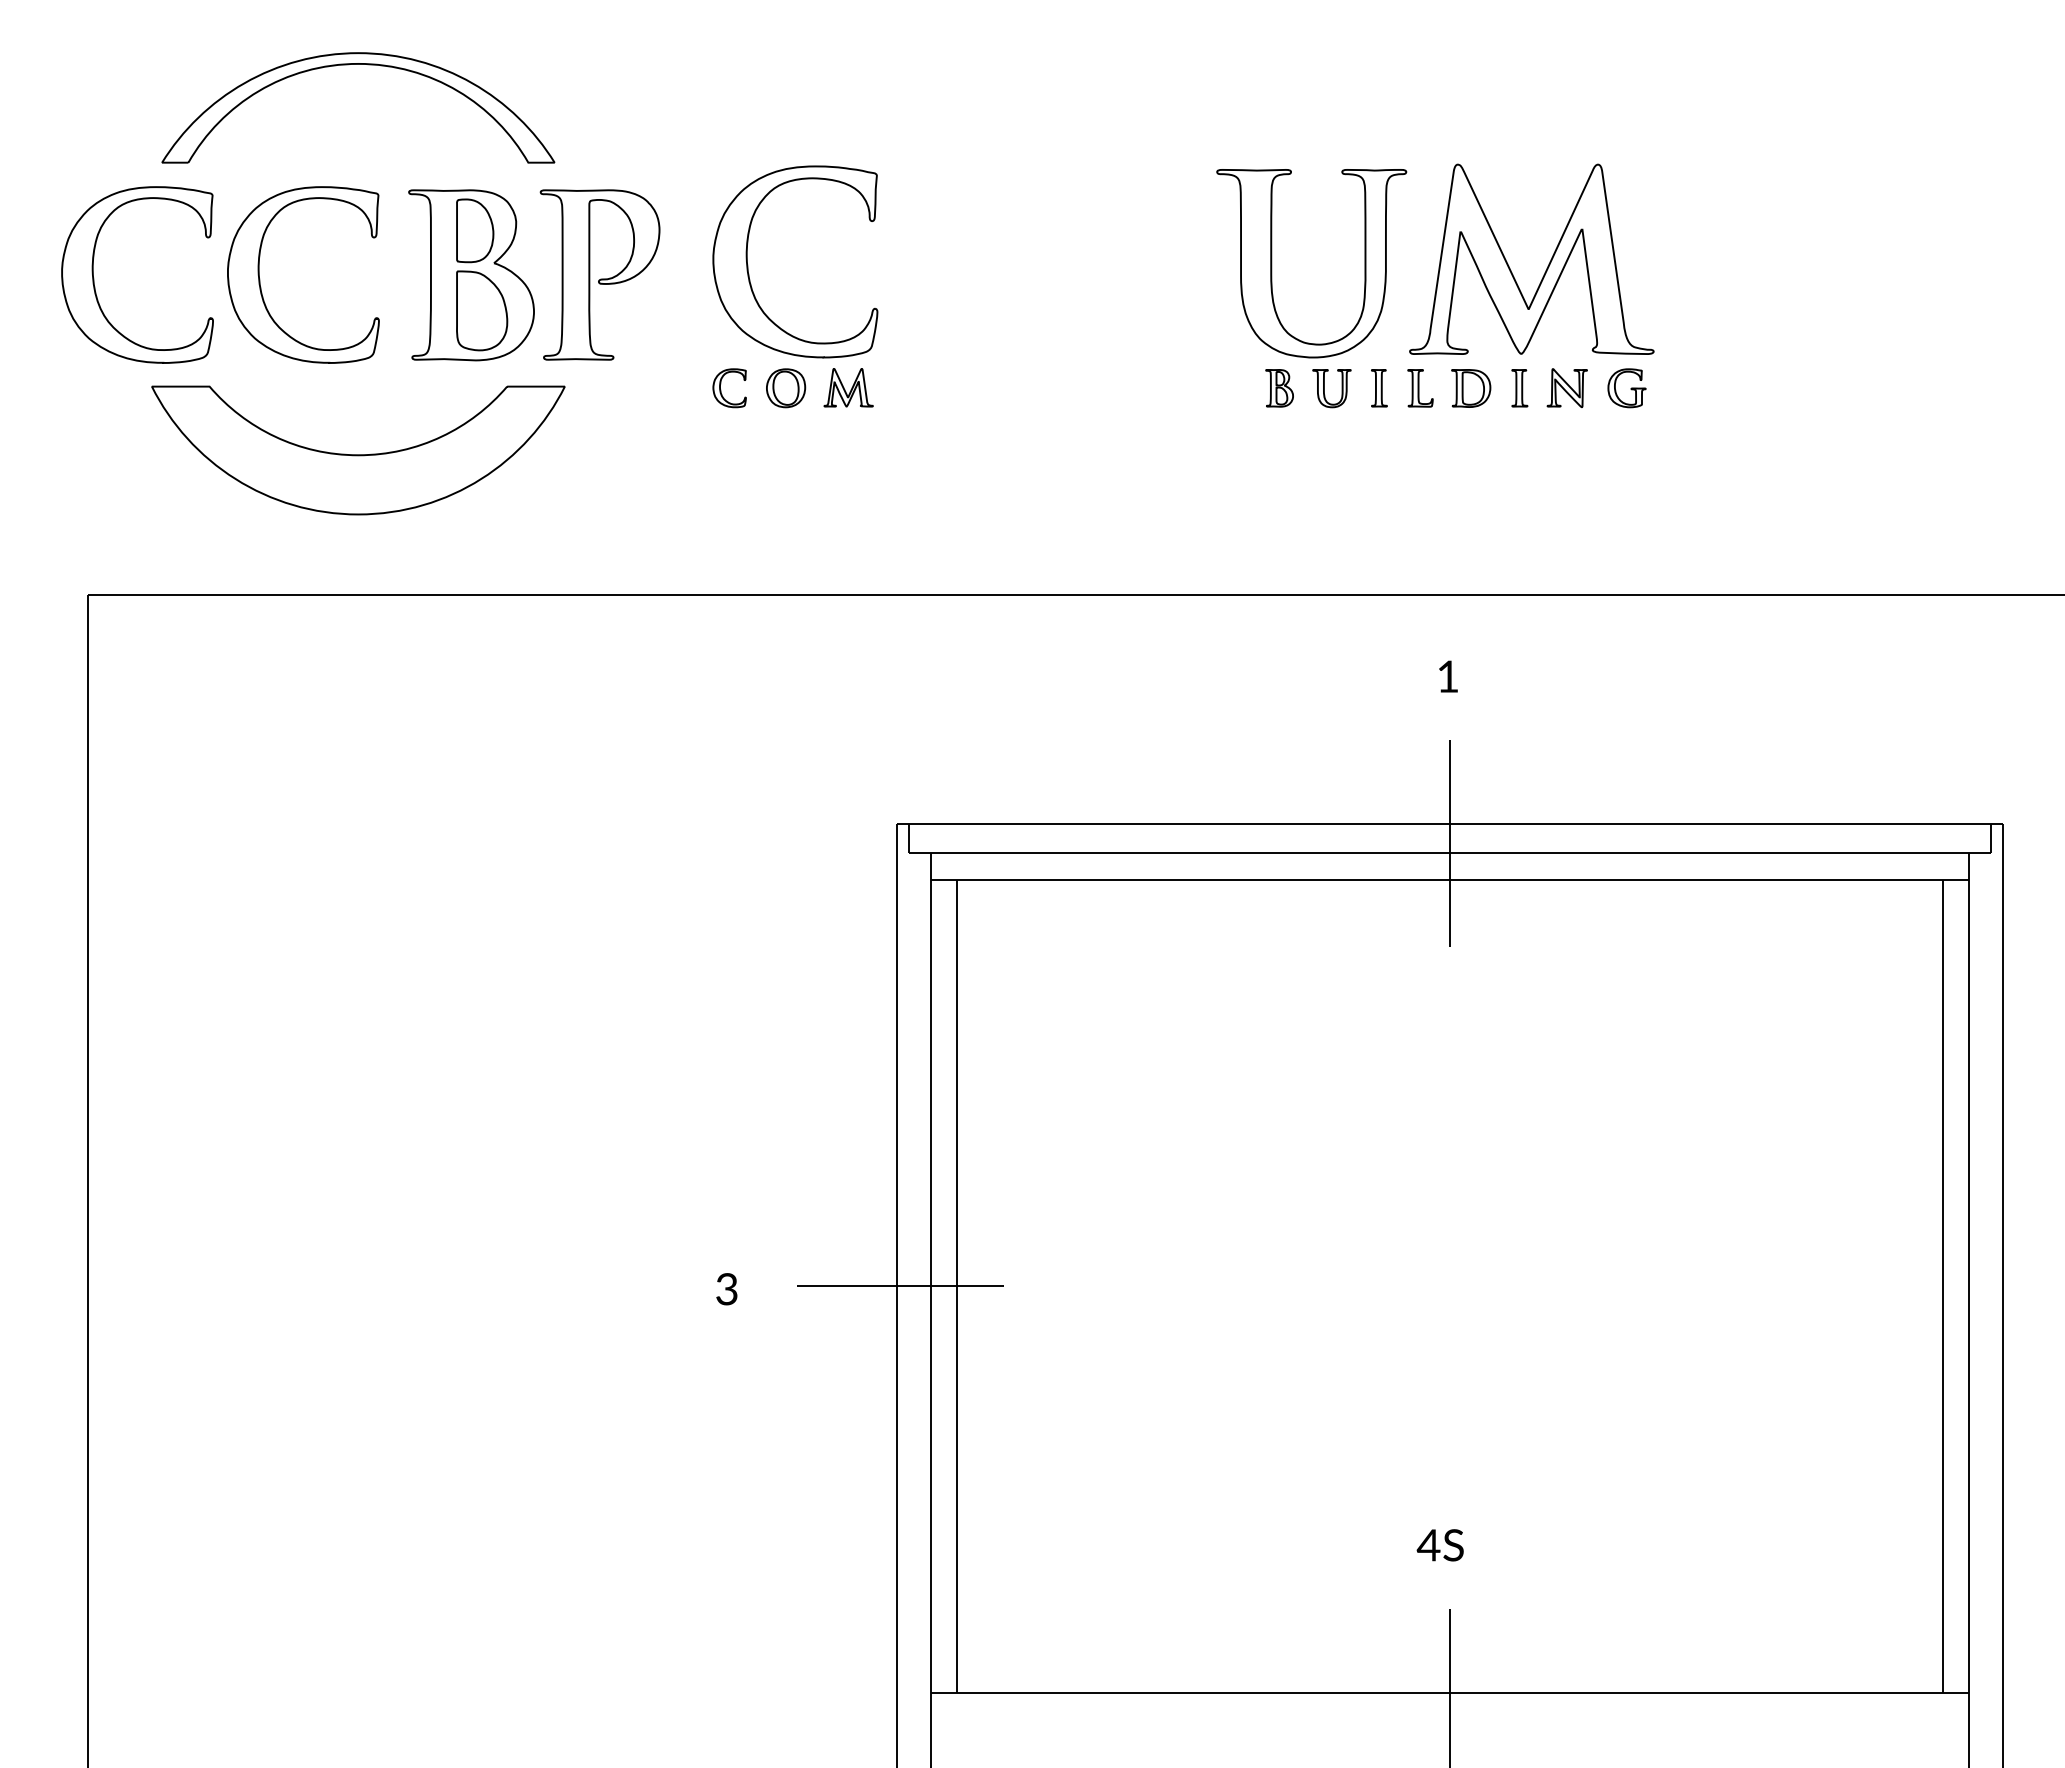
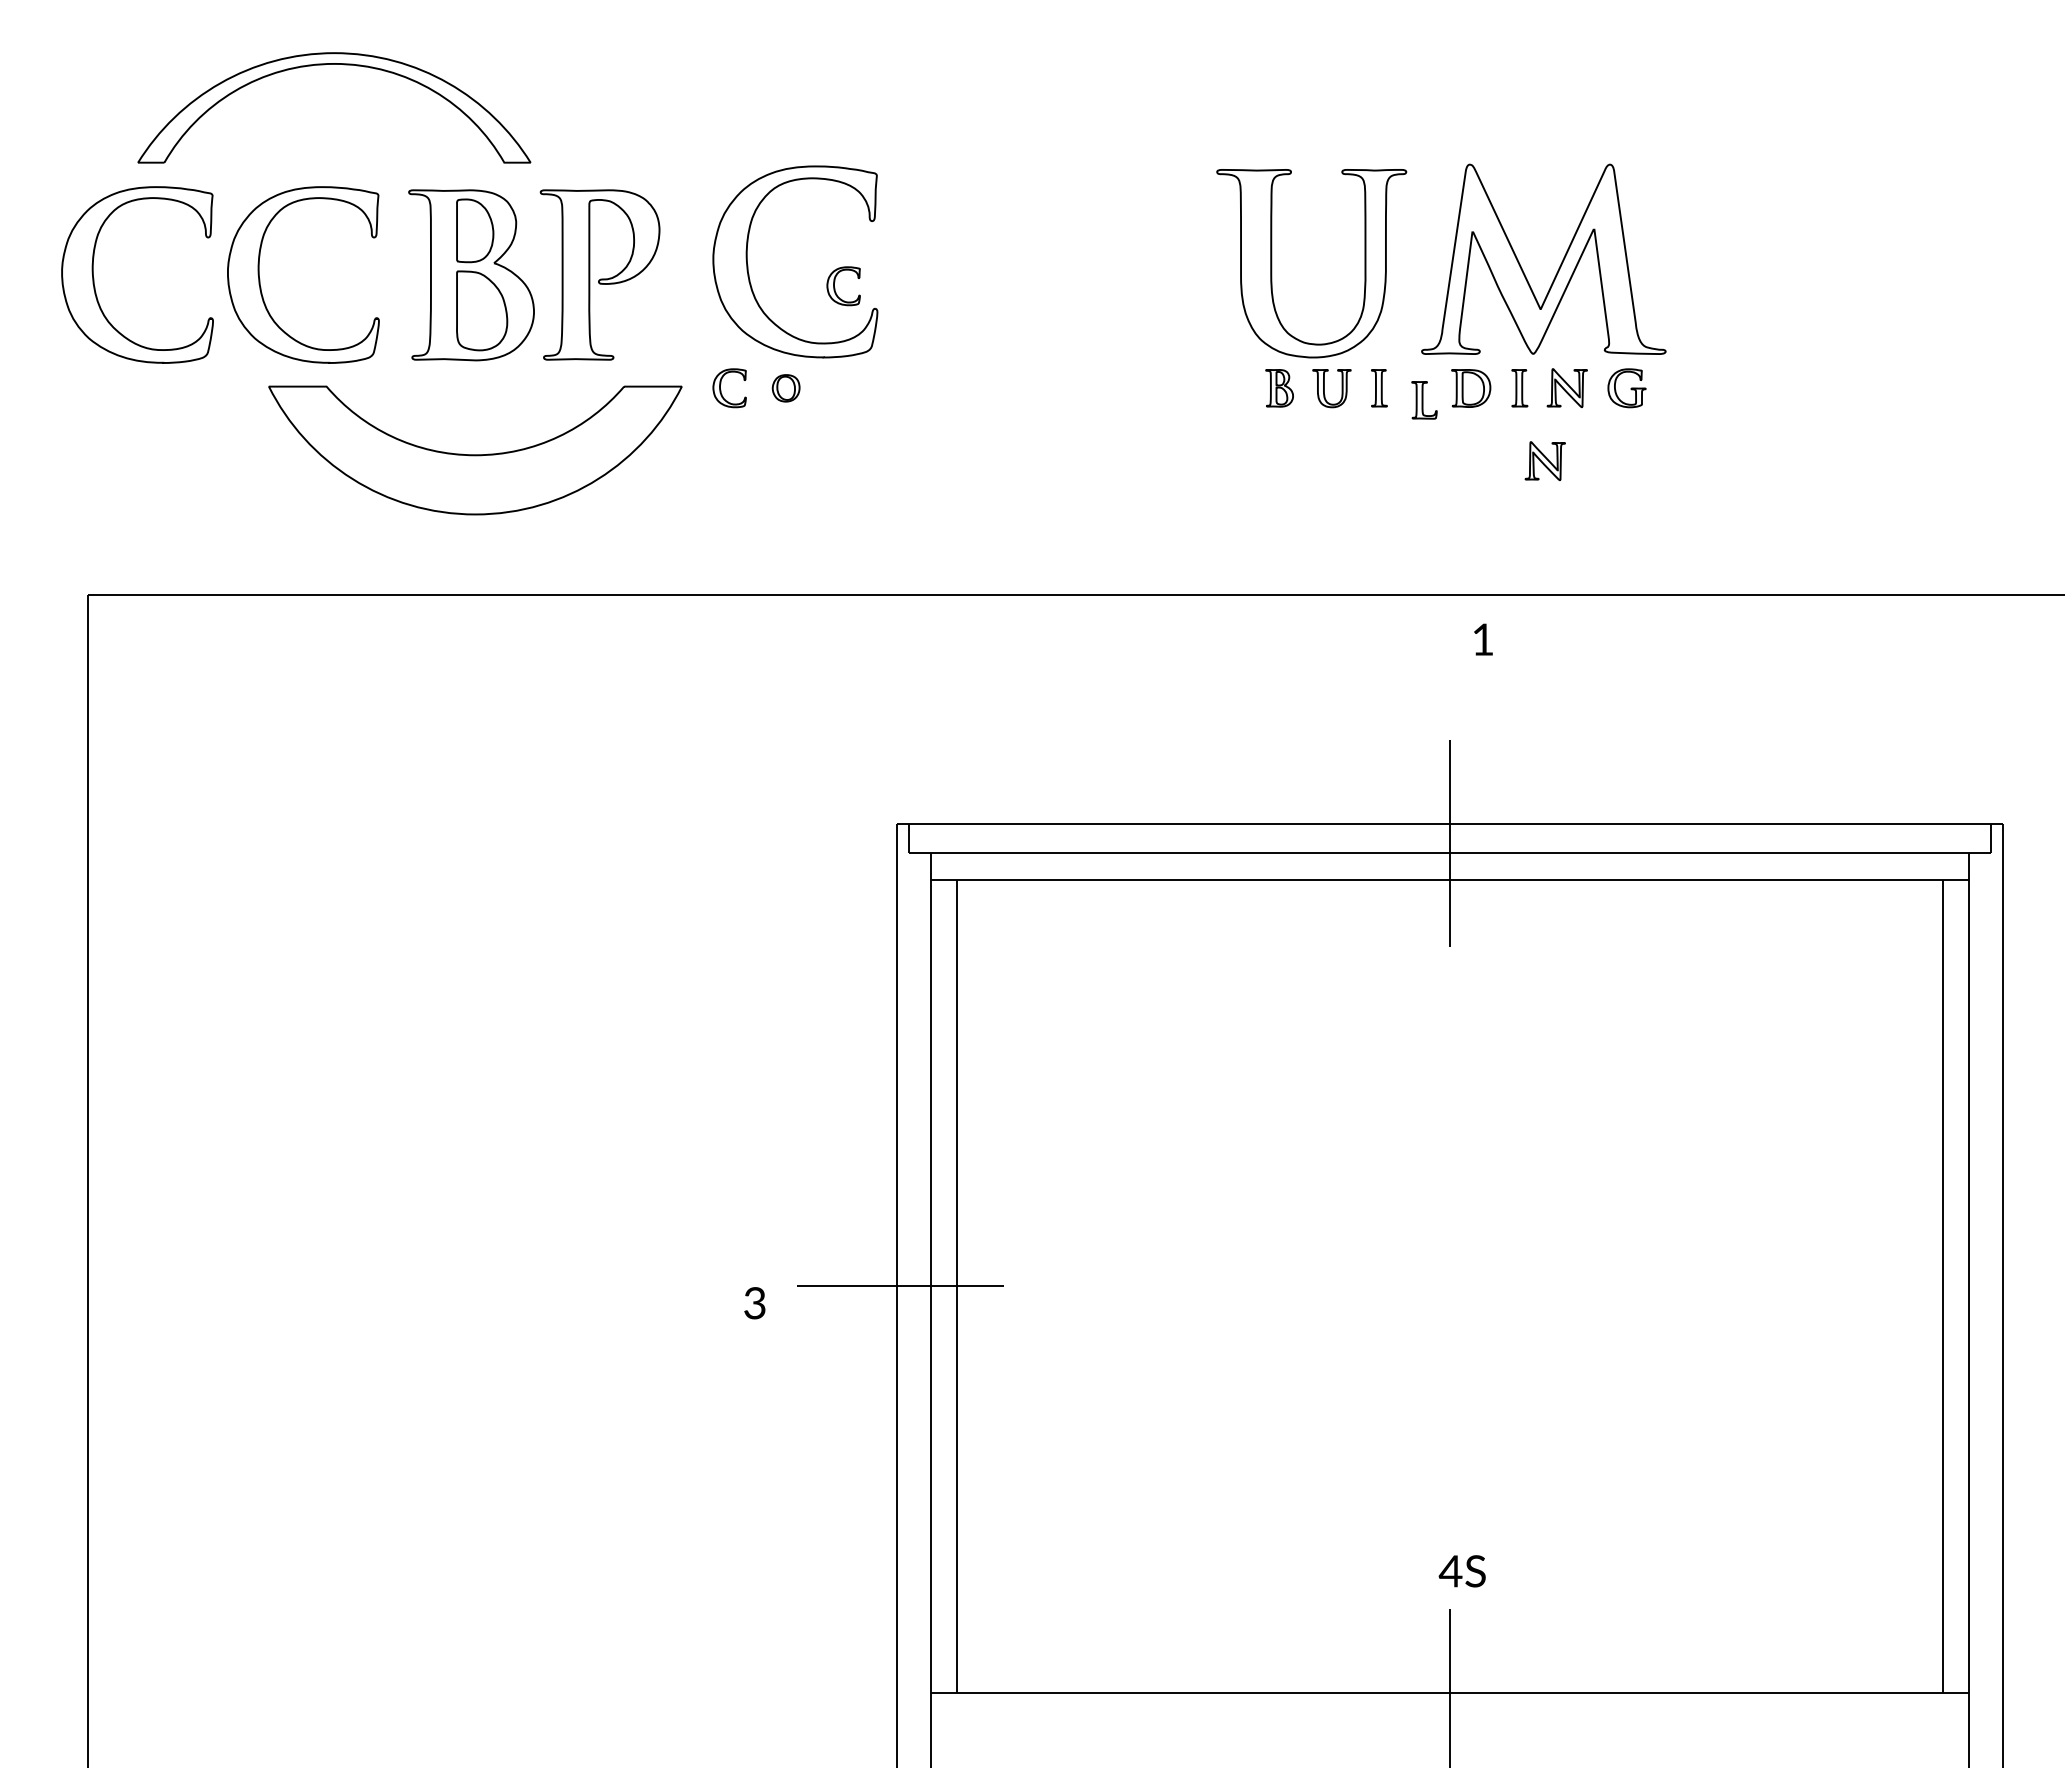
part at (358, 64) position: (358, 64) -> (334, 64)
part at (1548, 263) position: (1548, 263) -> (1560, 263)
part at (835, 287): none -> present
part at (848, 387): present -> none
part at (786, 388) size: 41x41 px -> 30x29 px
part at (1420, 388) position: (1420, 388) -> (1424, 400)
part at (358, 450) position: (358, 450) -> (475, 450)
part at (1544, 460): none -> present
text at (1448, 676) position: (1448, 676) -> (1483, 639)
text at (726, 1289) position: (726, 1289) -> (754, 1303)
text at (1439, 1545) position: (1439, 1545) -> (1461, 1571)
